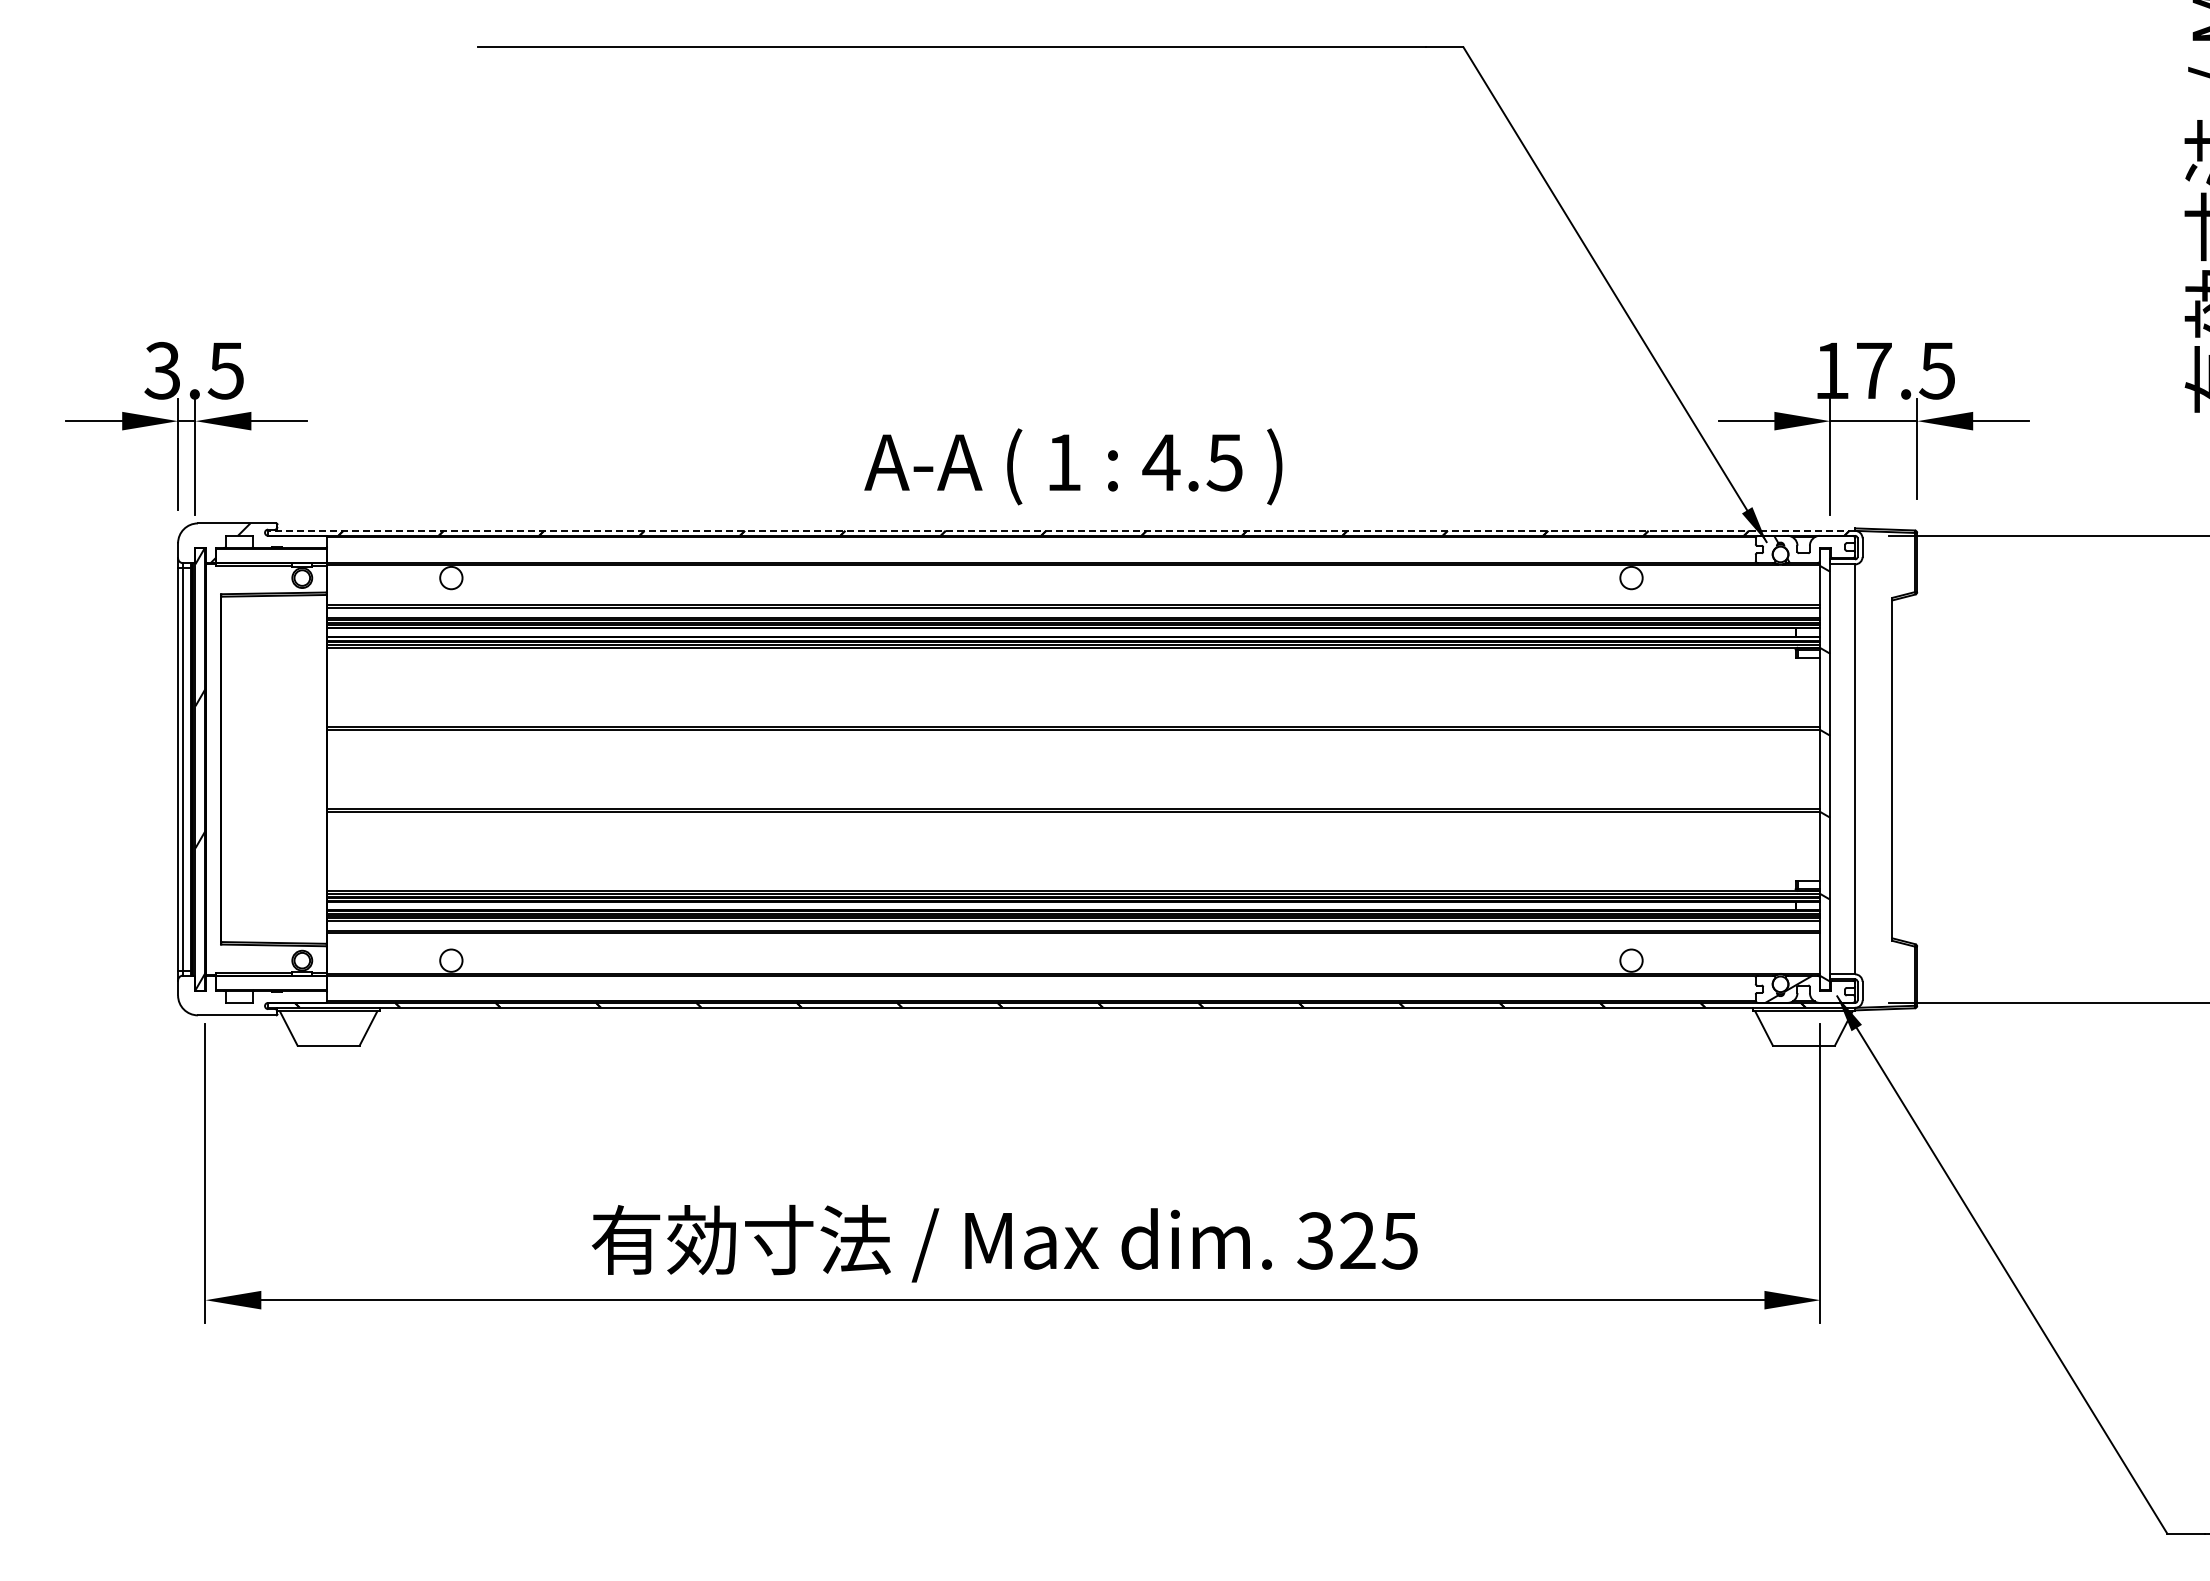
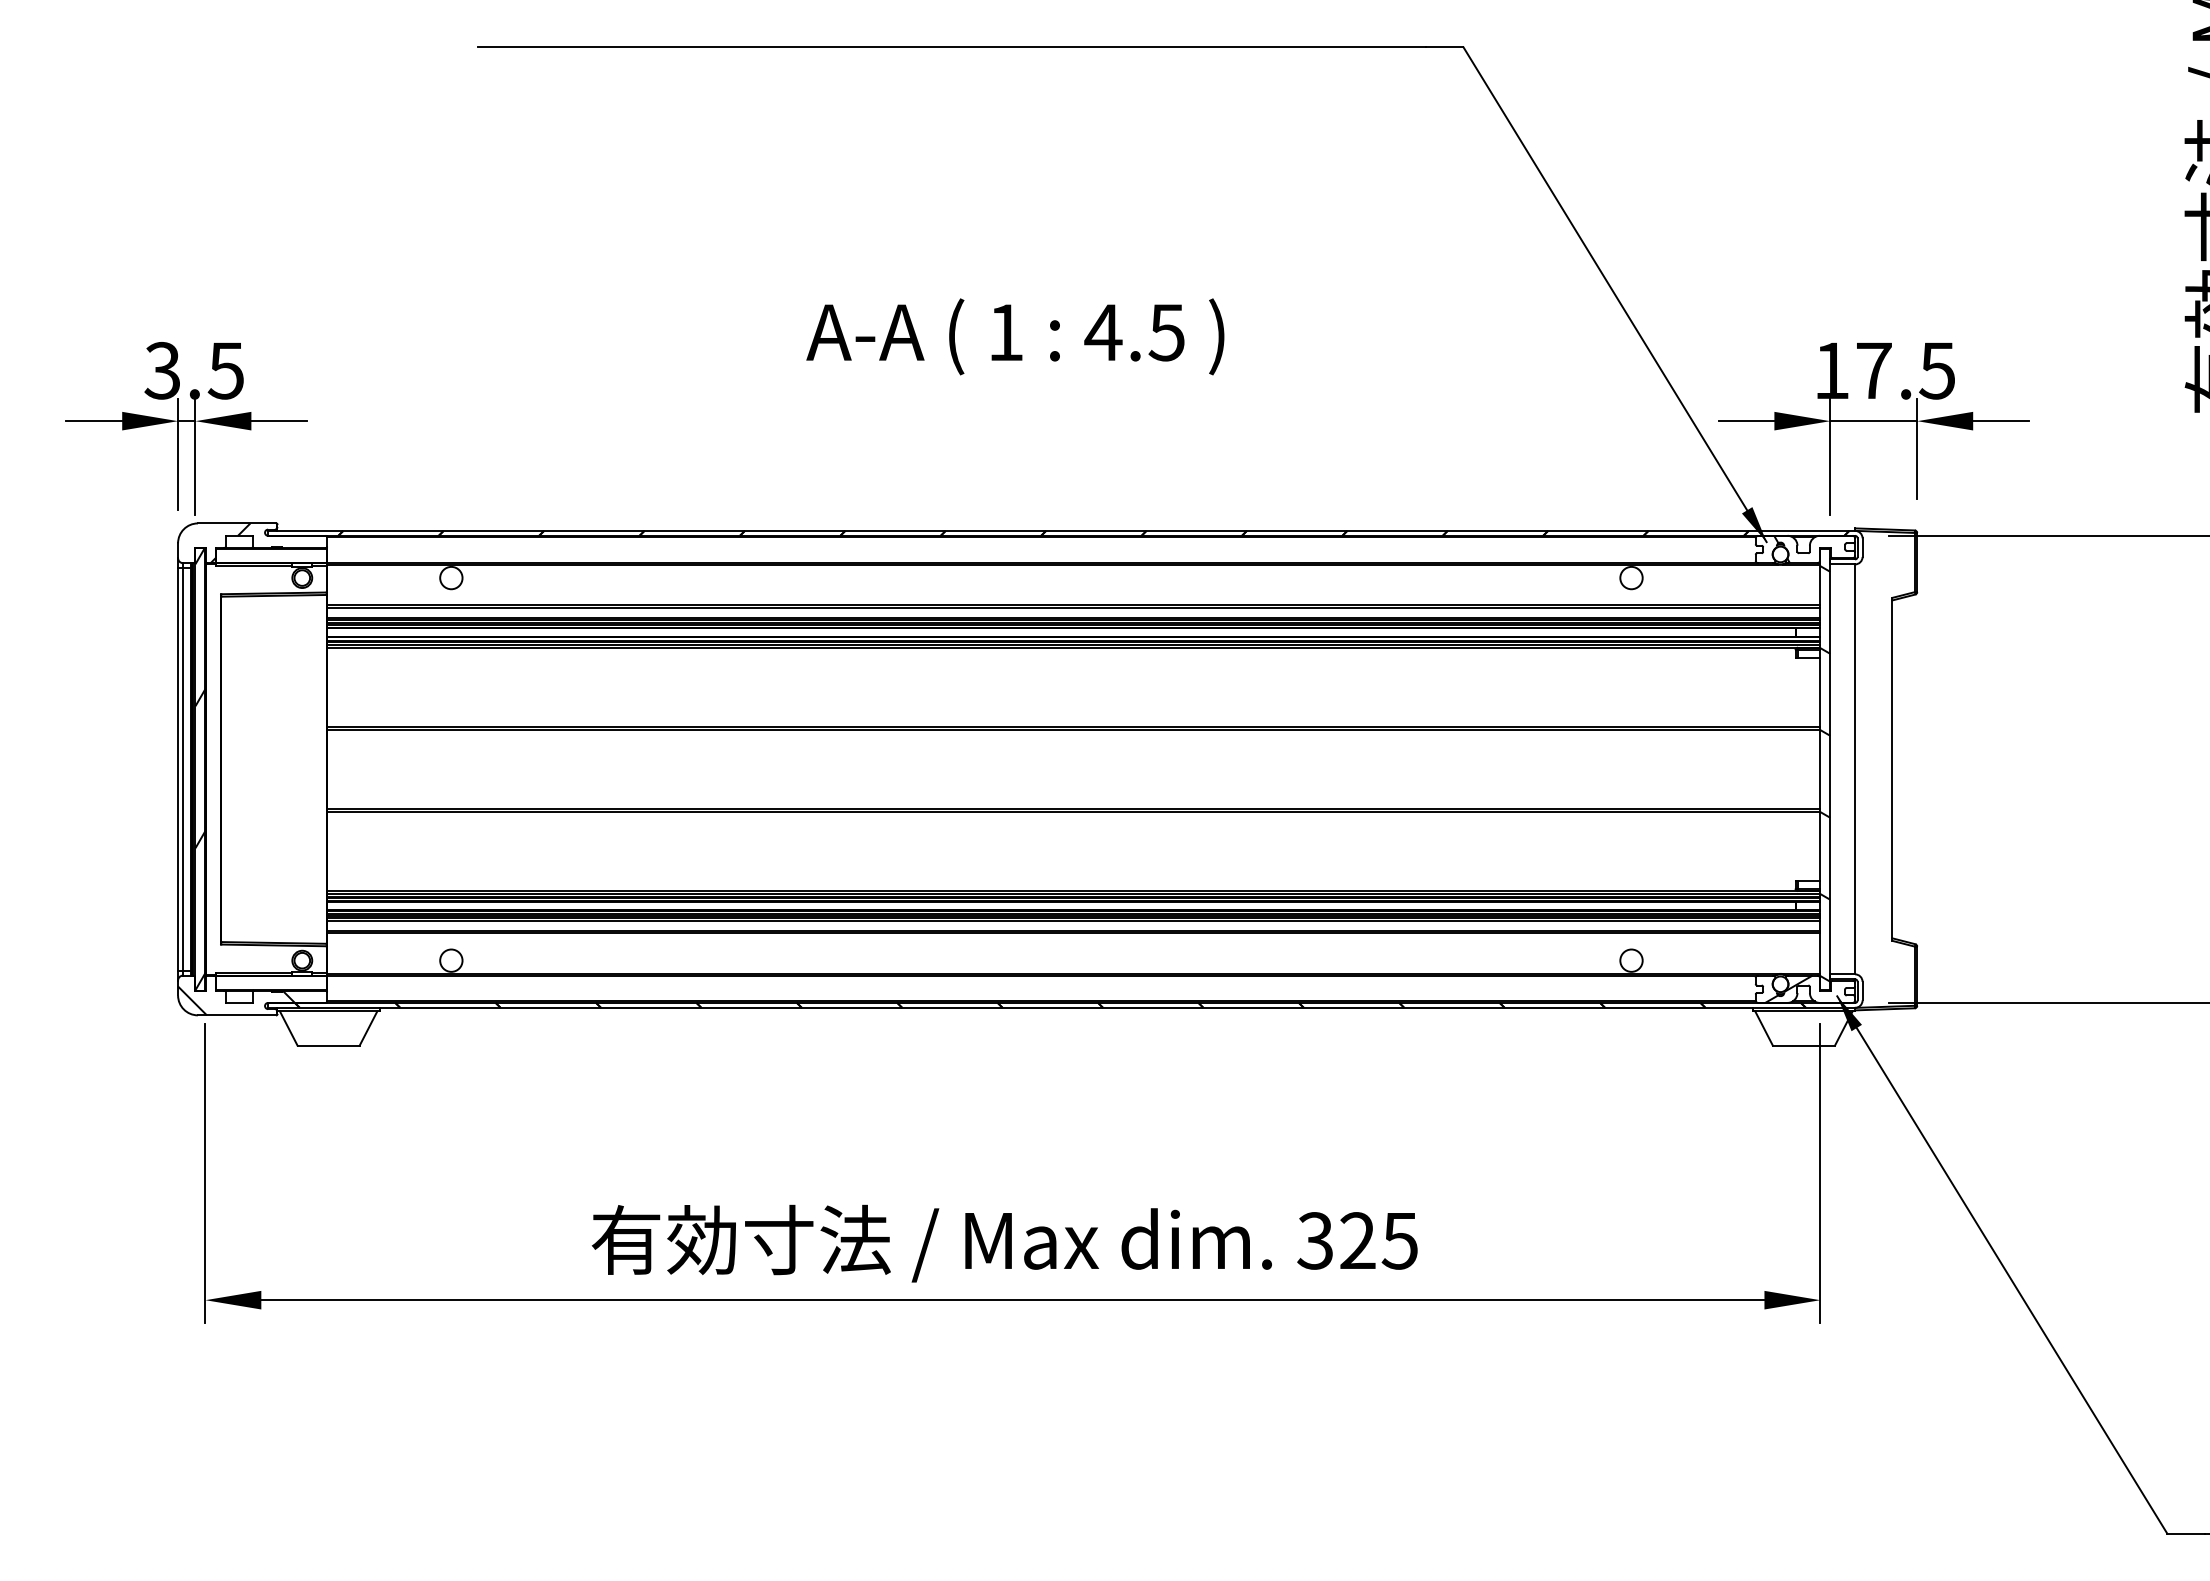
text at (1073, 466) position: (1073, 466) -> (1015, 336)
line at (1061, 530): dashed -> solid
hatch at (236, 1000): none -> present
